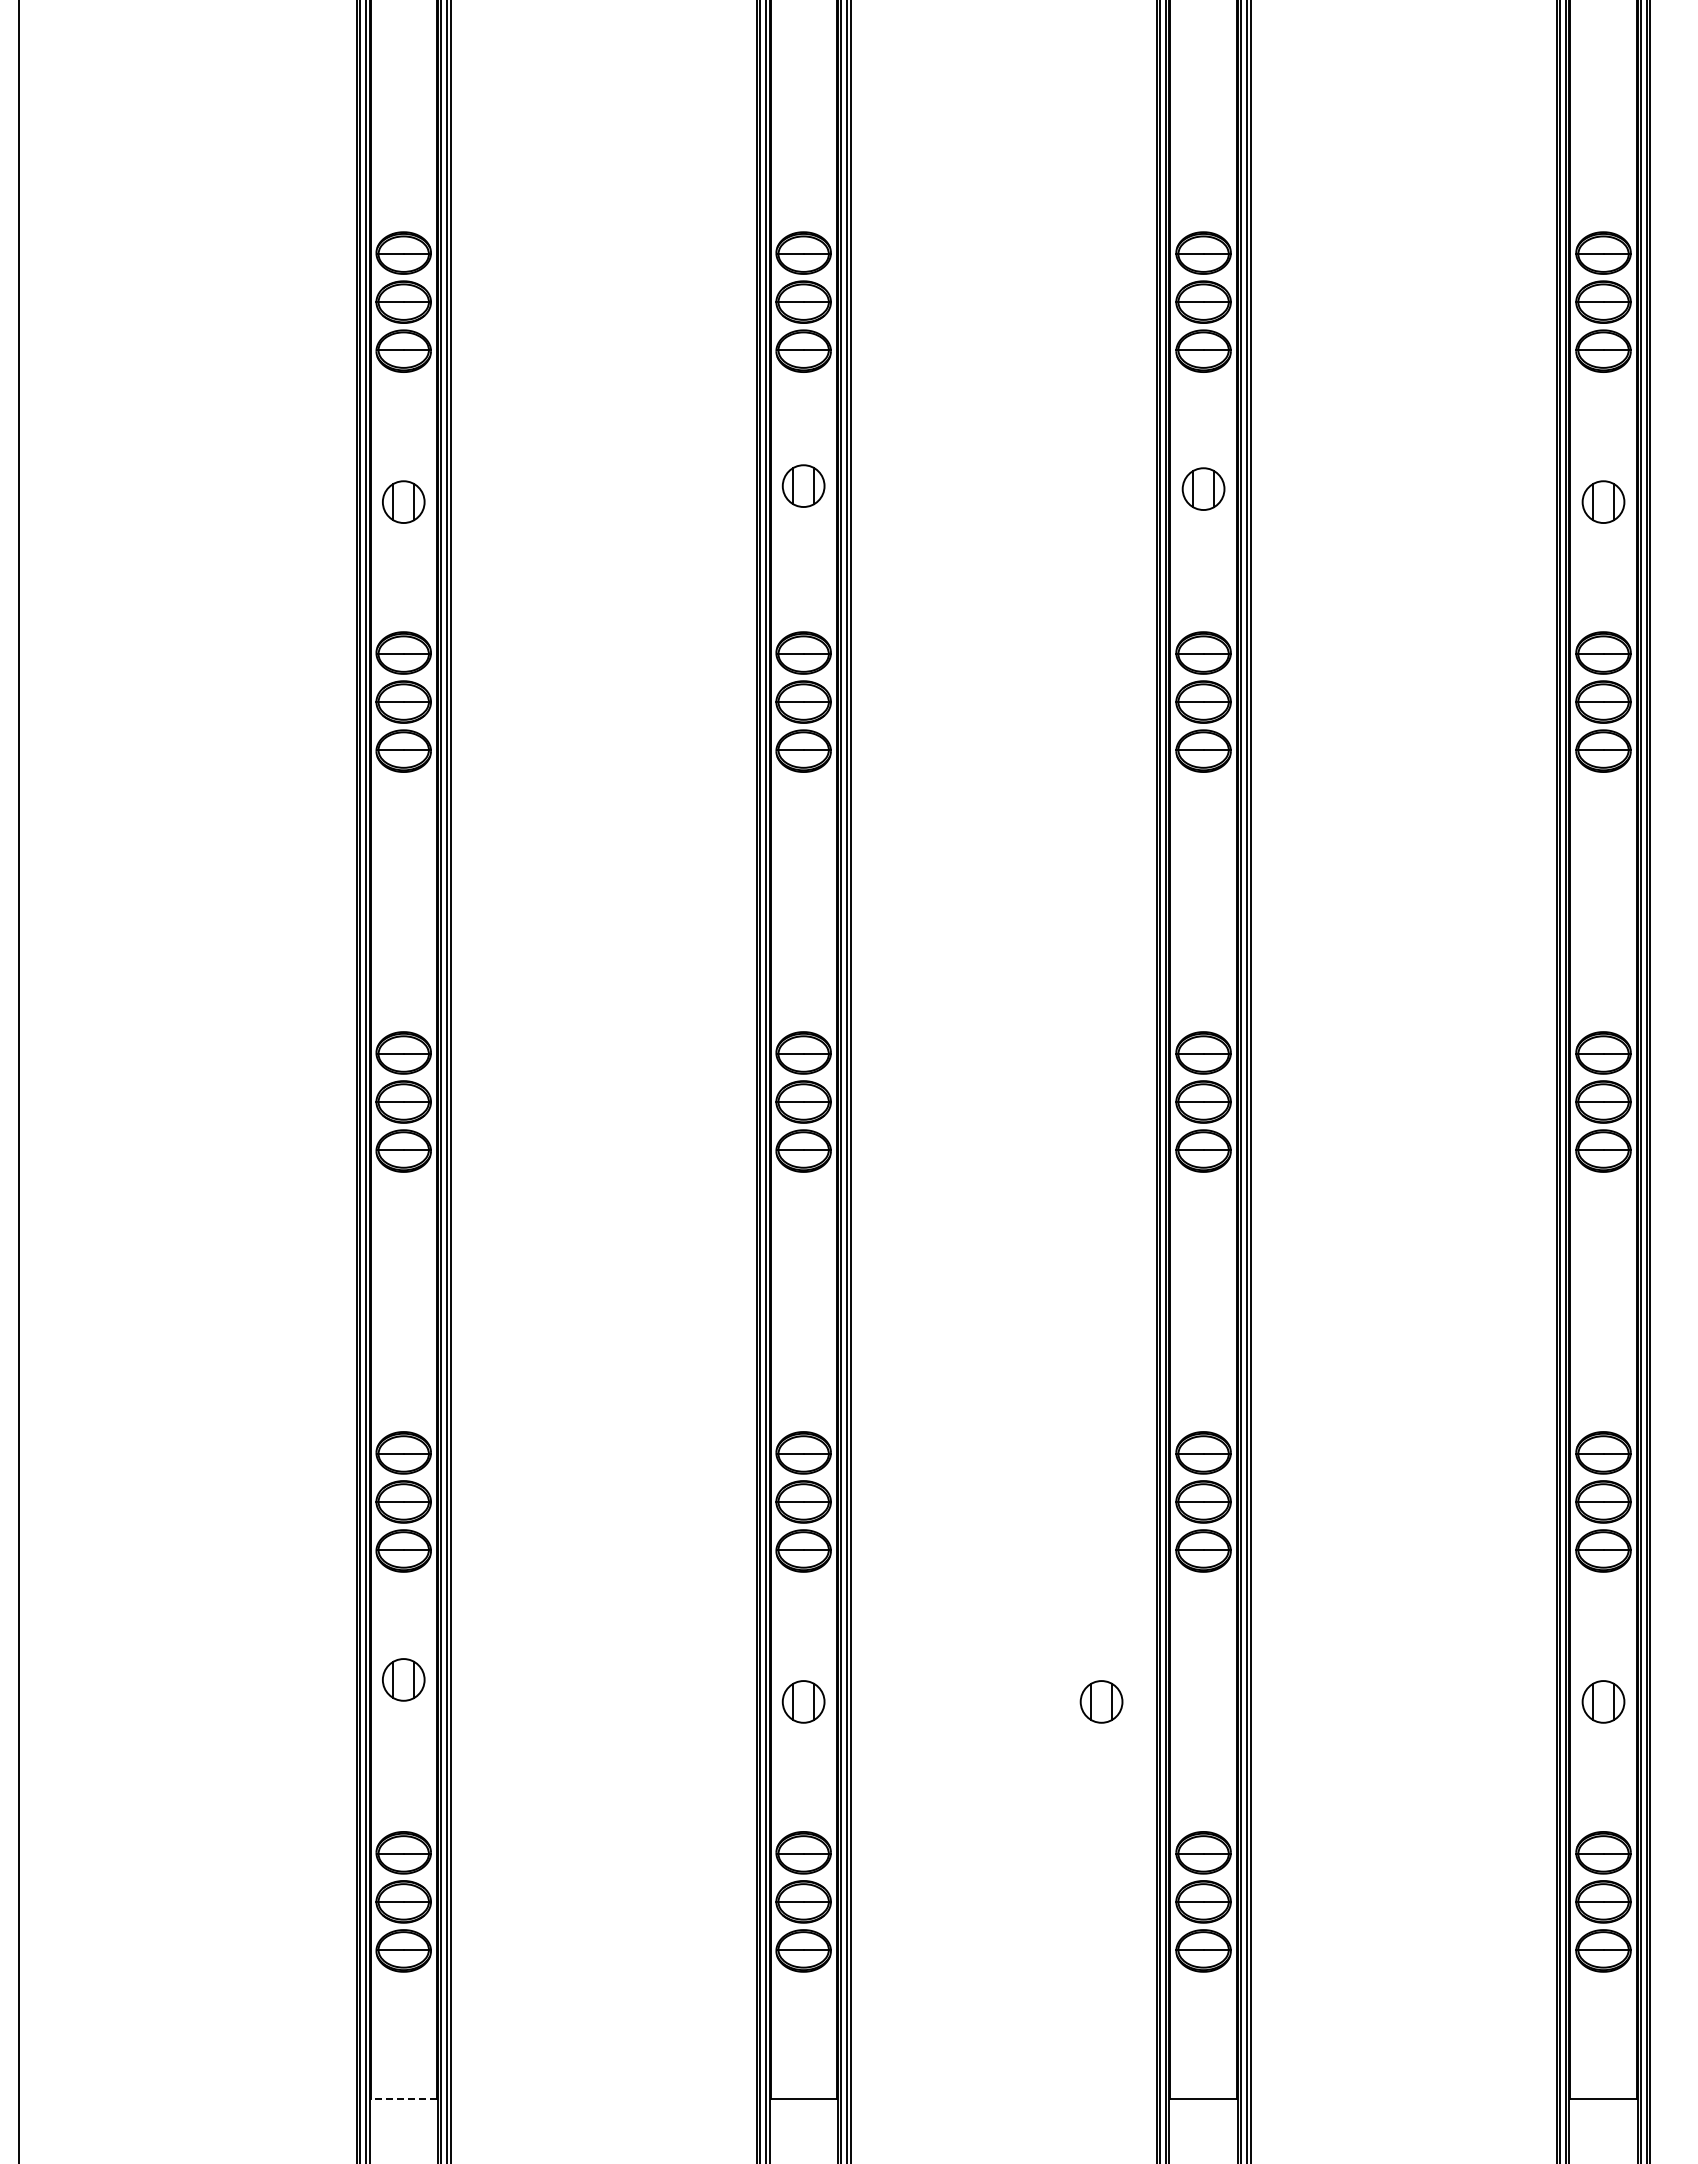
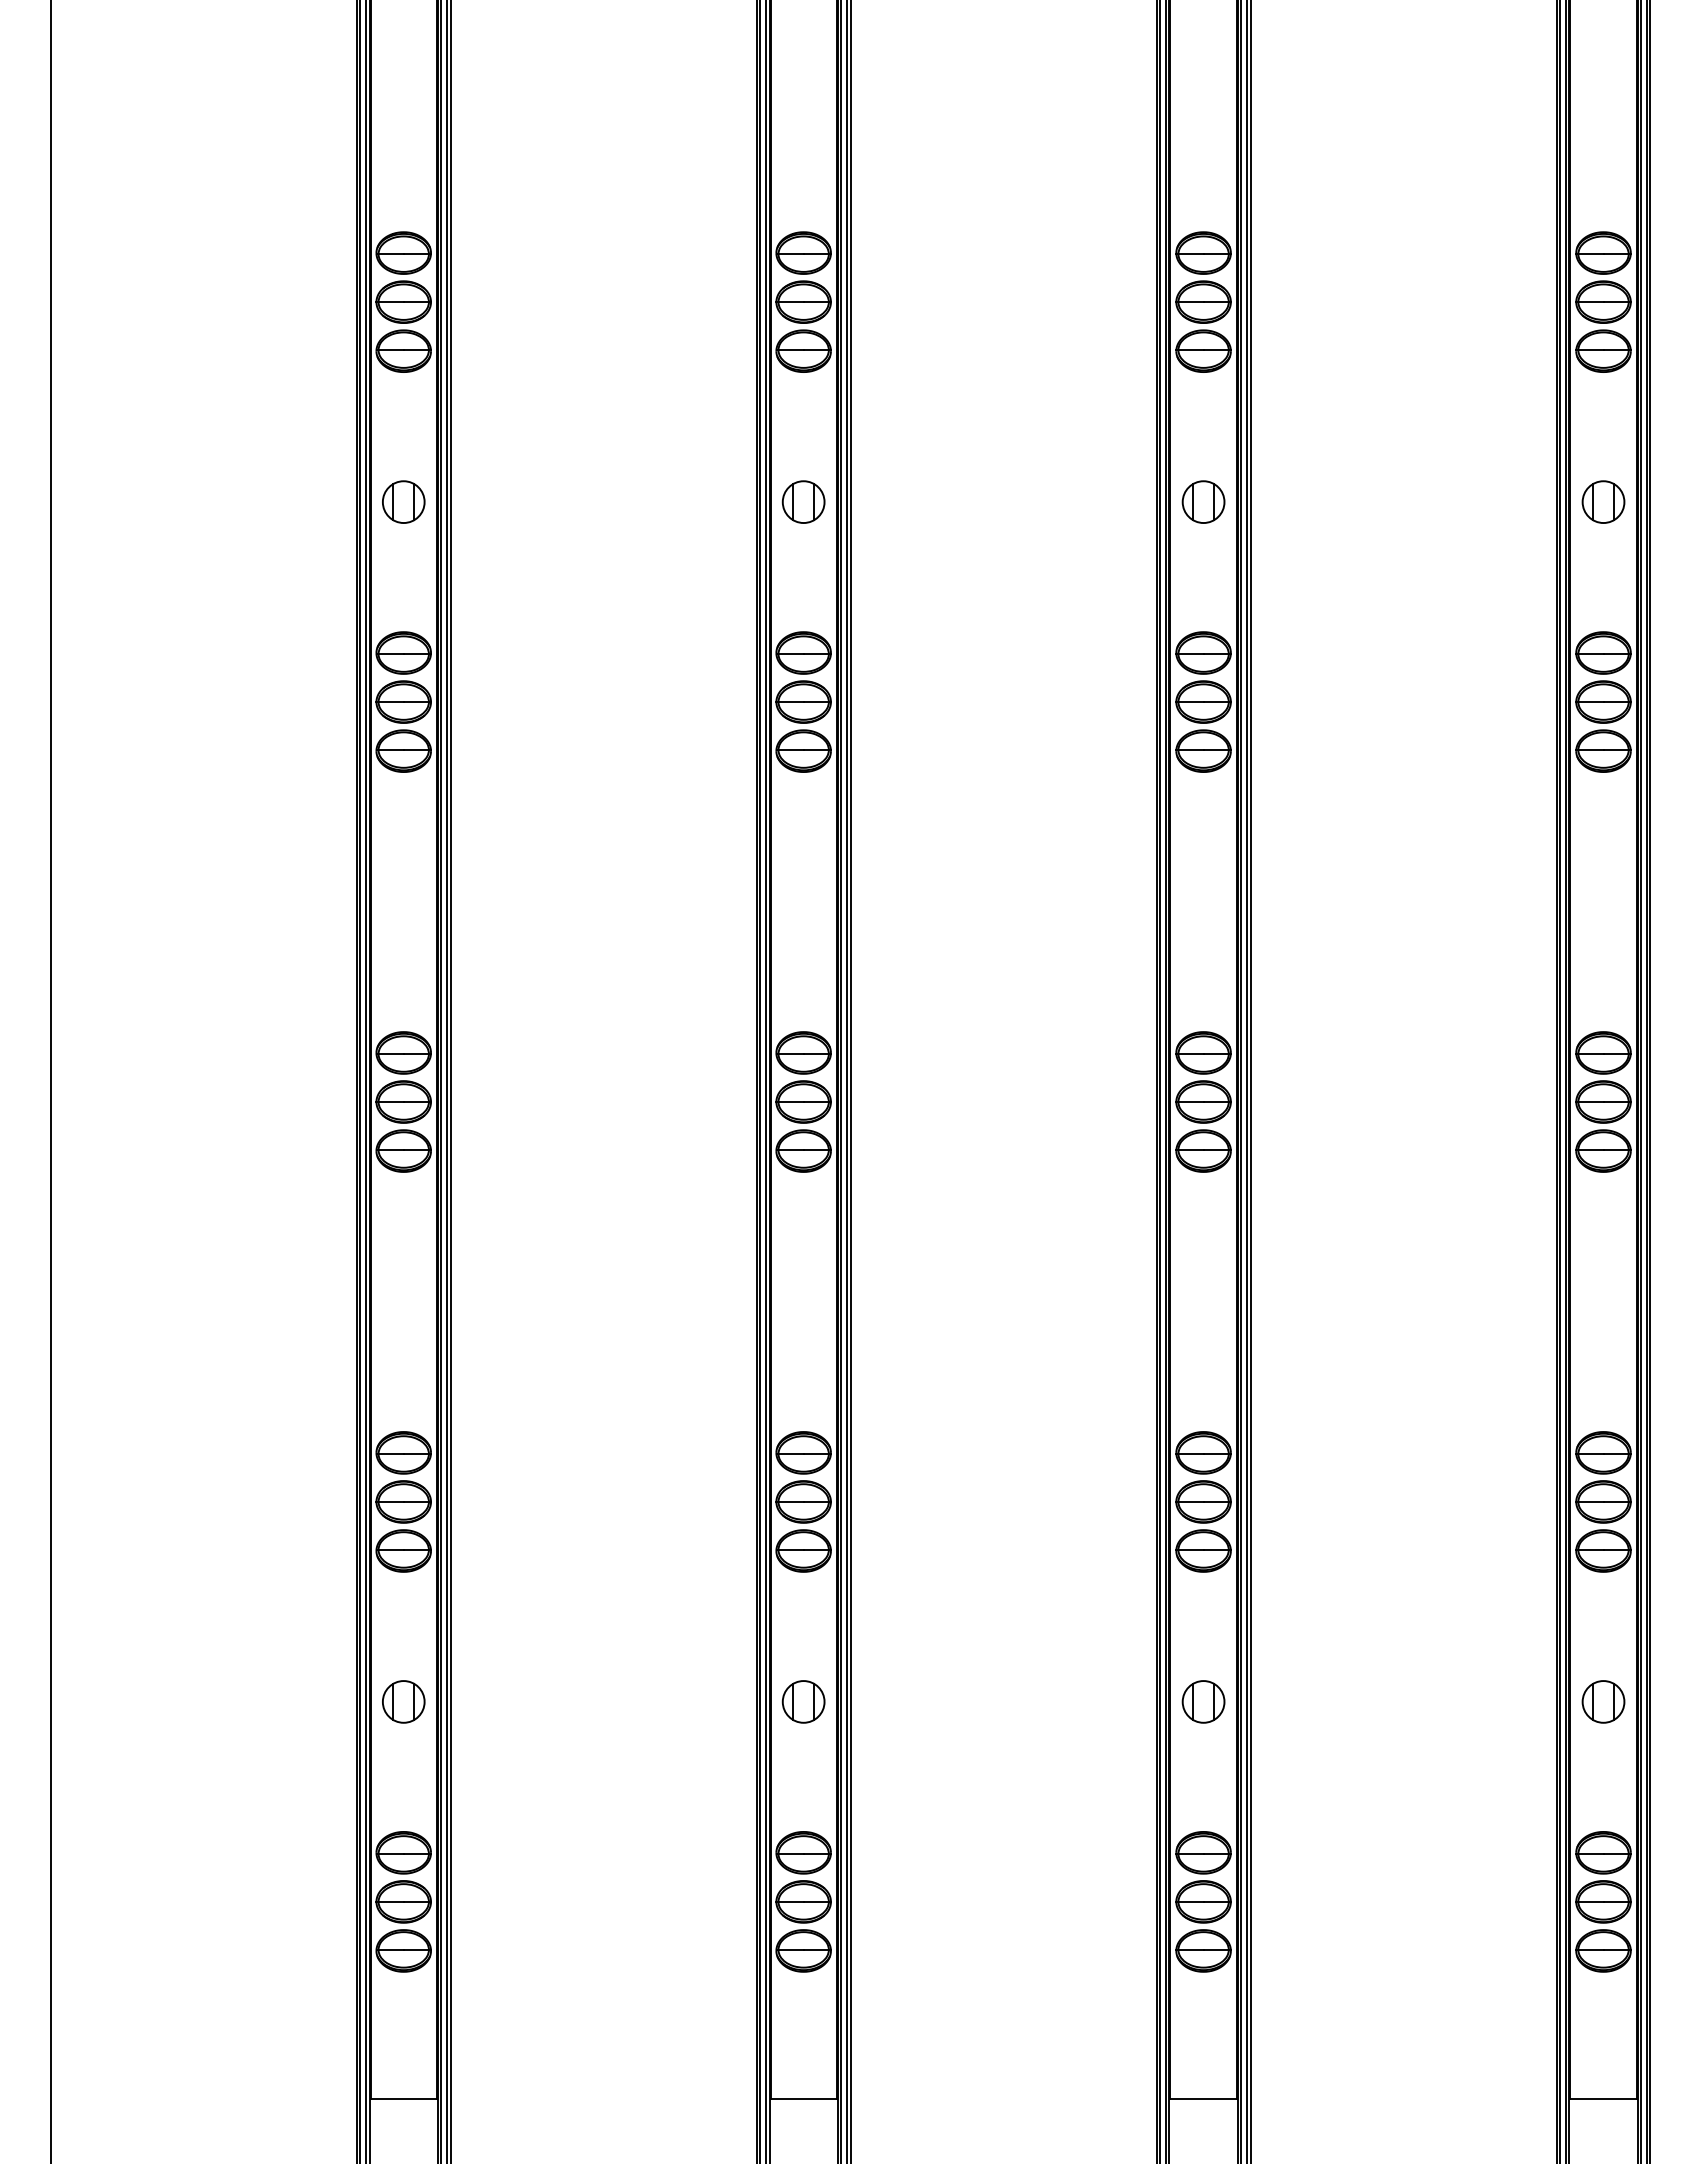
part at (803, 485) position: (803, 485) -> (803, 501)
part at (1203, 488) position: (1203, 488) -> (1203, 501)
line at (18, 1081) position: (18, 1081) -> (50, 1081)
part at (403, 1679) position: (403, 1679) -> (403, 1701)
part at (1101, 1701) position: (1101, 1701) -> (1203, 1701)
line at (403, 2098): dashed -> solid
